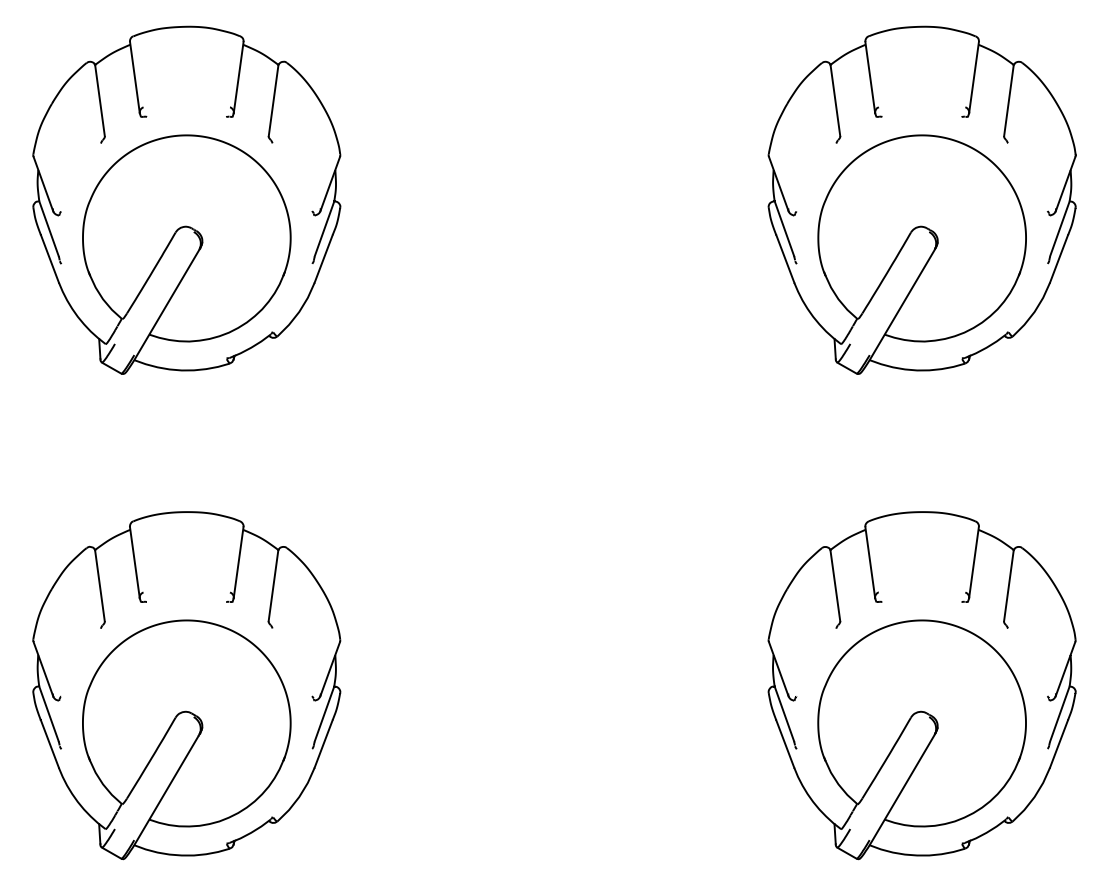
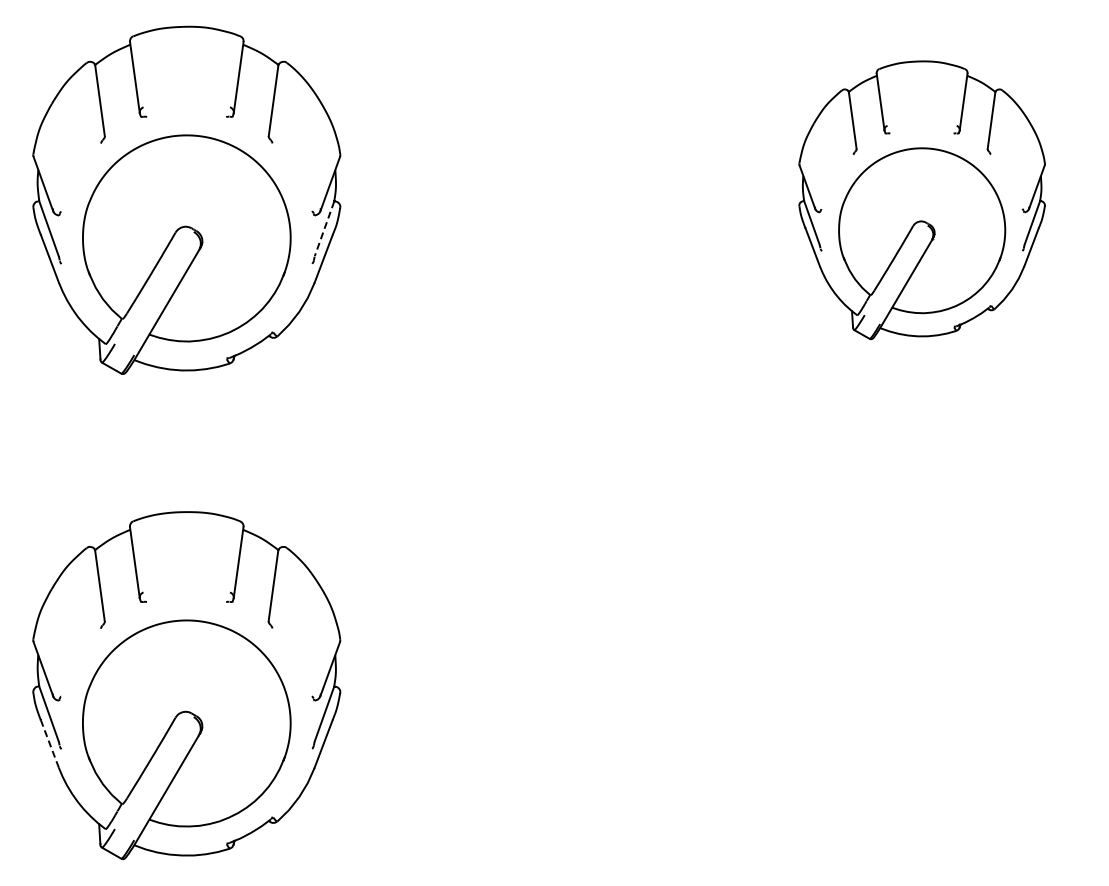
part at (921, 199) size: 310x350 px -> 248x281 px
line at (324, 228): solid -> dashed
part at (921, 685): present -> none
line at (49, 743): solid -> dashed
